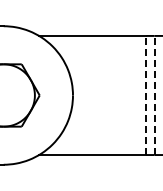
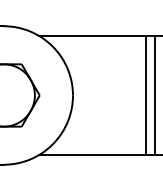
line at (146, 95): dashed -> solid
line at (154, 95): dashed -> solid
